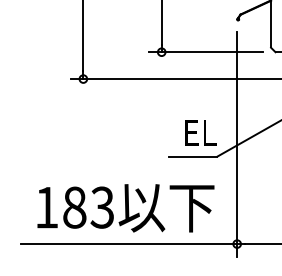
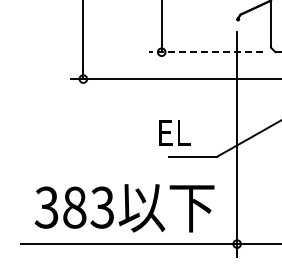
line at (205, 52): solid -> dashed
text at (200, 132) position: (200, 132) -> (174, 132)
text at (46, 207): 183 -> 383
